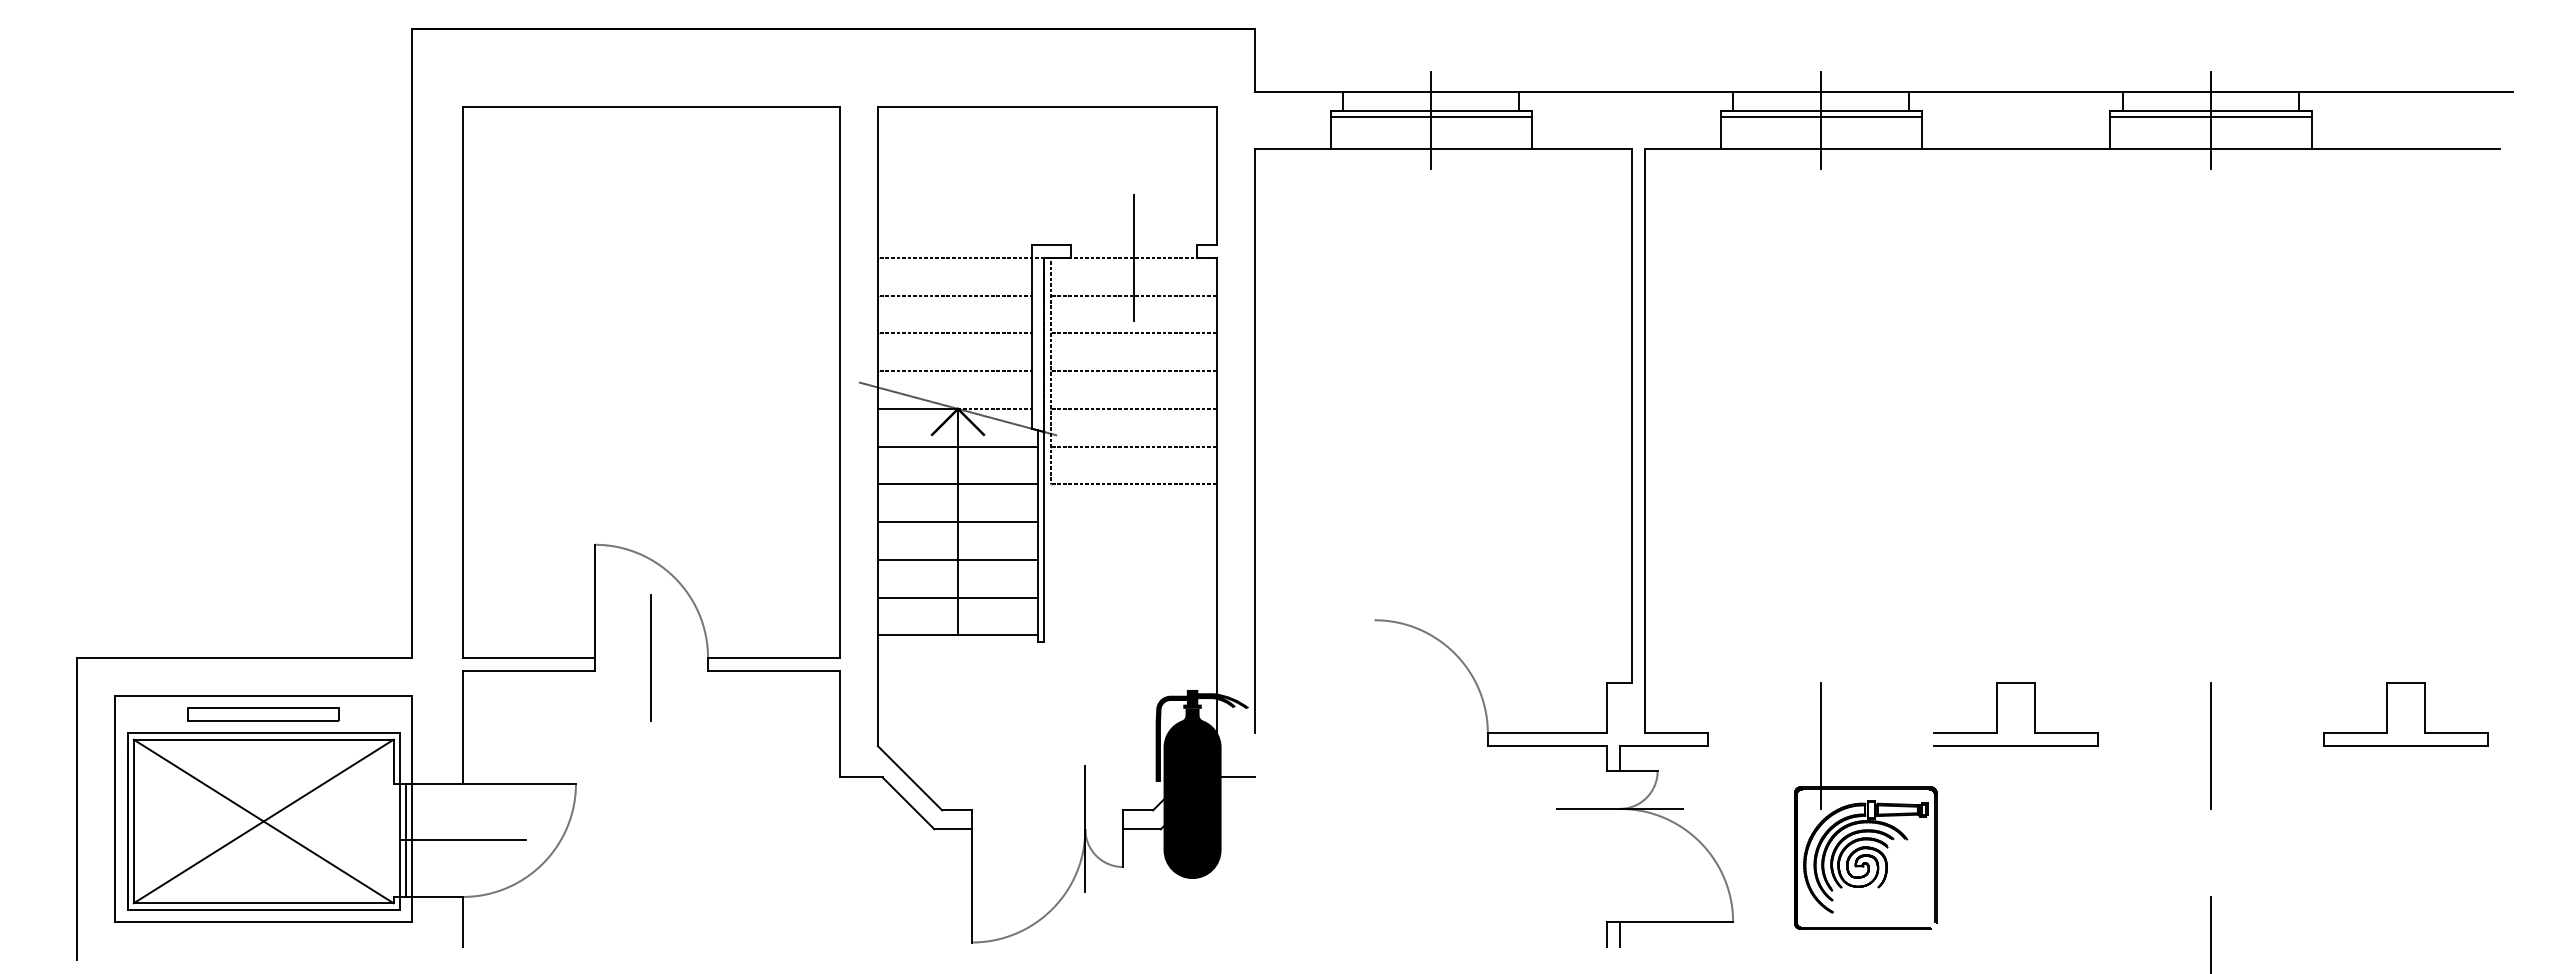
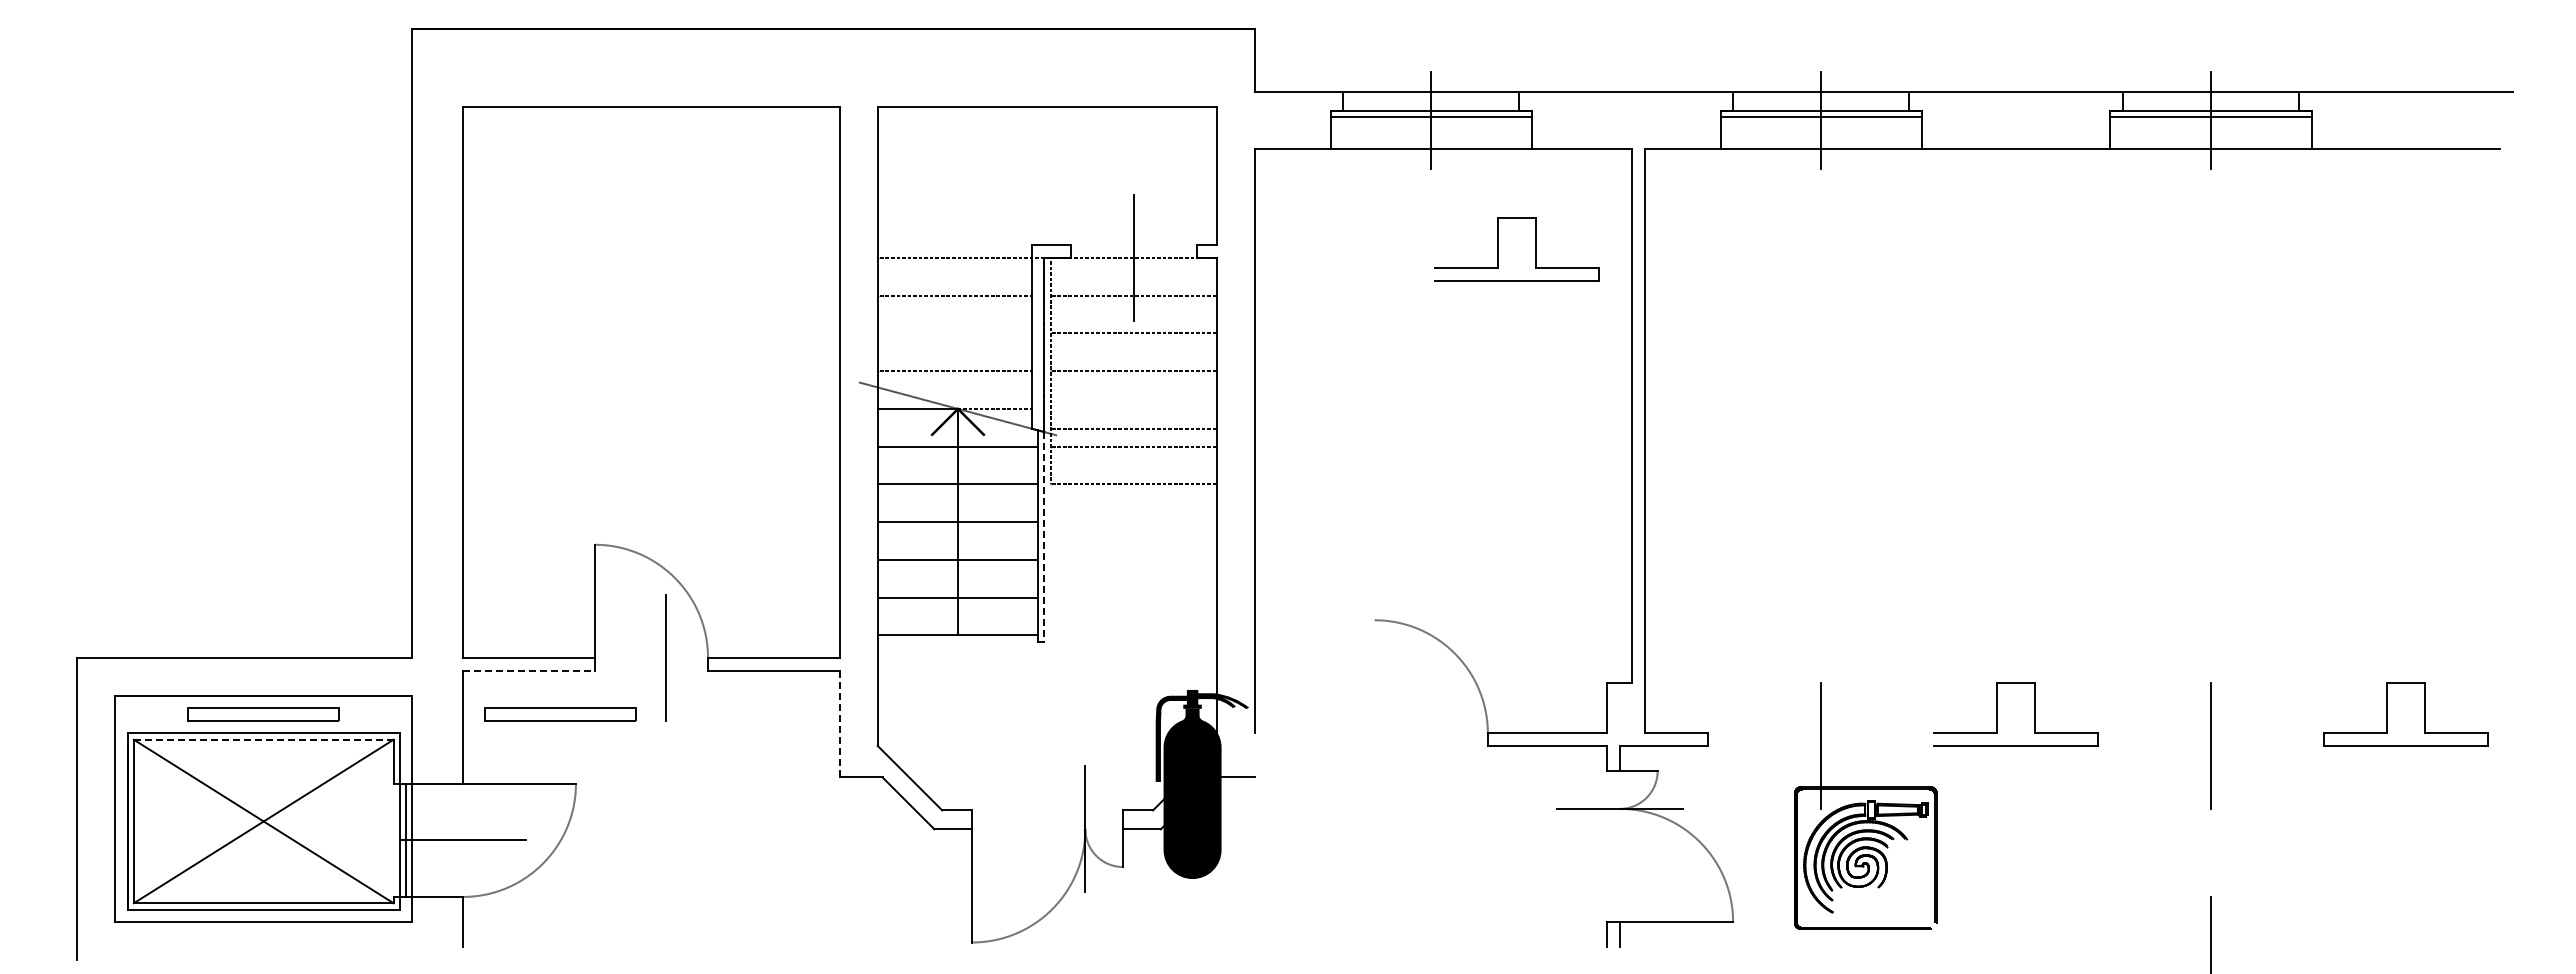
part at (1498, 249): none -> present
line at (956, 333): present -> none
line at (1133, 408) position: (1133, 408) -> (1133, 428)
line at (1044, 536): solid -> dashed
line at (650, 657) position: (650, 657) -> (665, 657)
line at (529, 670): solid -> dashed
part at (560, 714): none -> present
line at (840, 723): solid -> dashed
line at (263, 739): solid -> dashed
